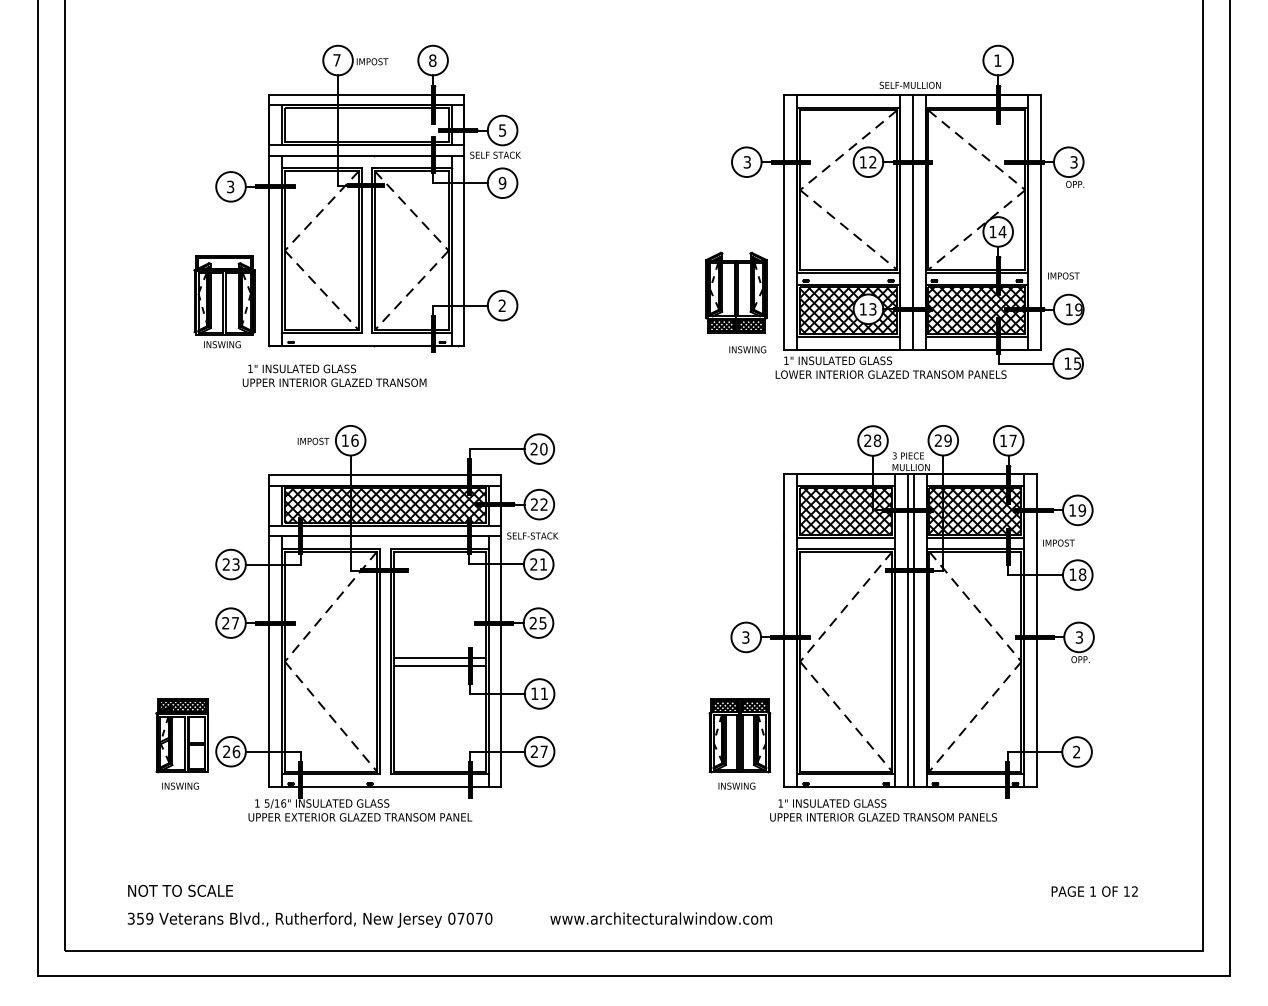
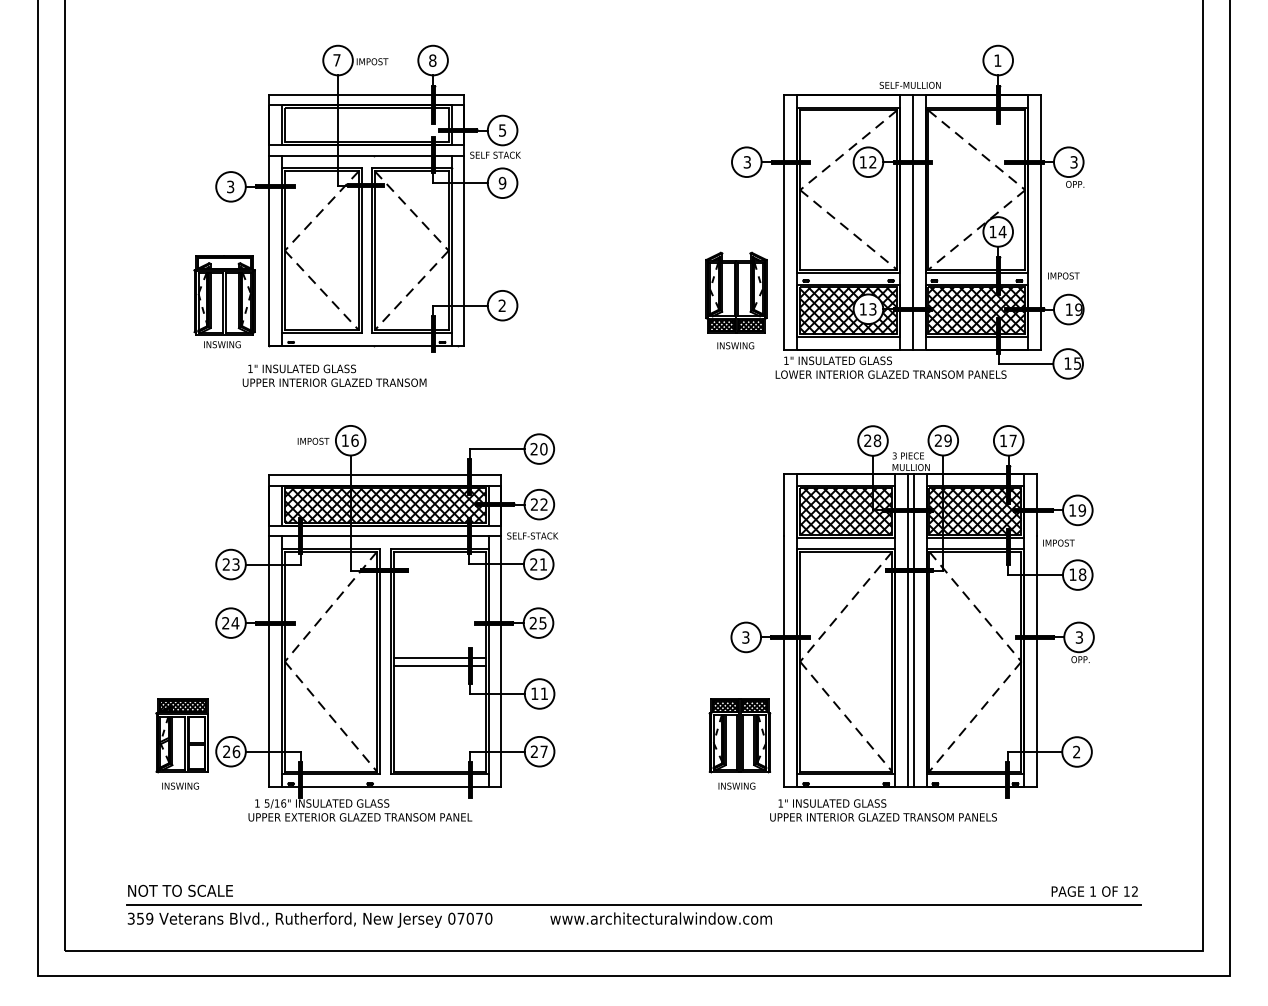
text at (747, 349) position: (747, 349) -> (735, 345)
text at (235, 623): 27 -> 24
line at (633, 904): none -> present
